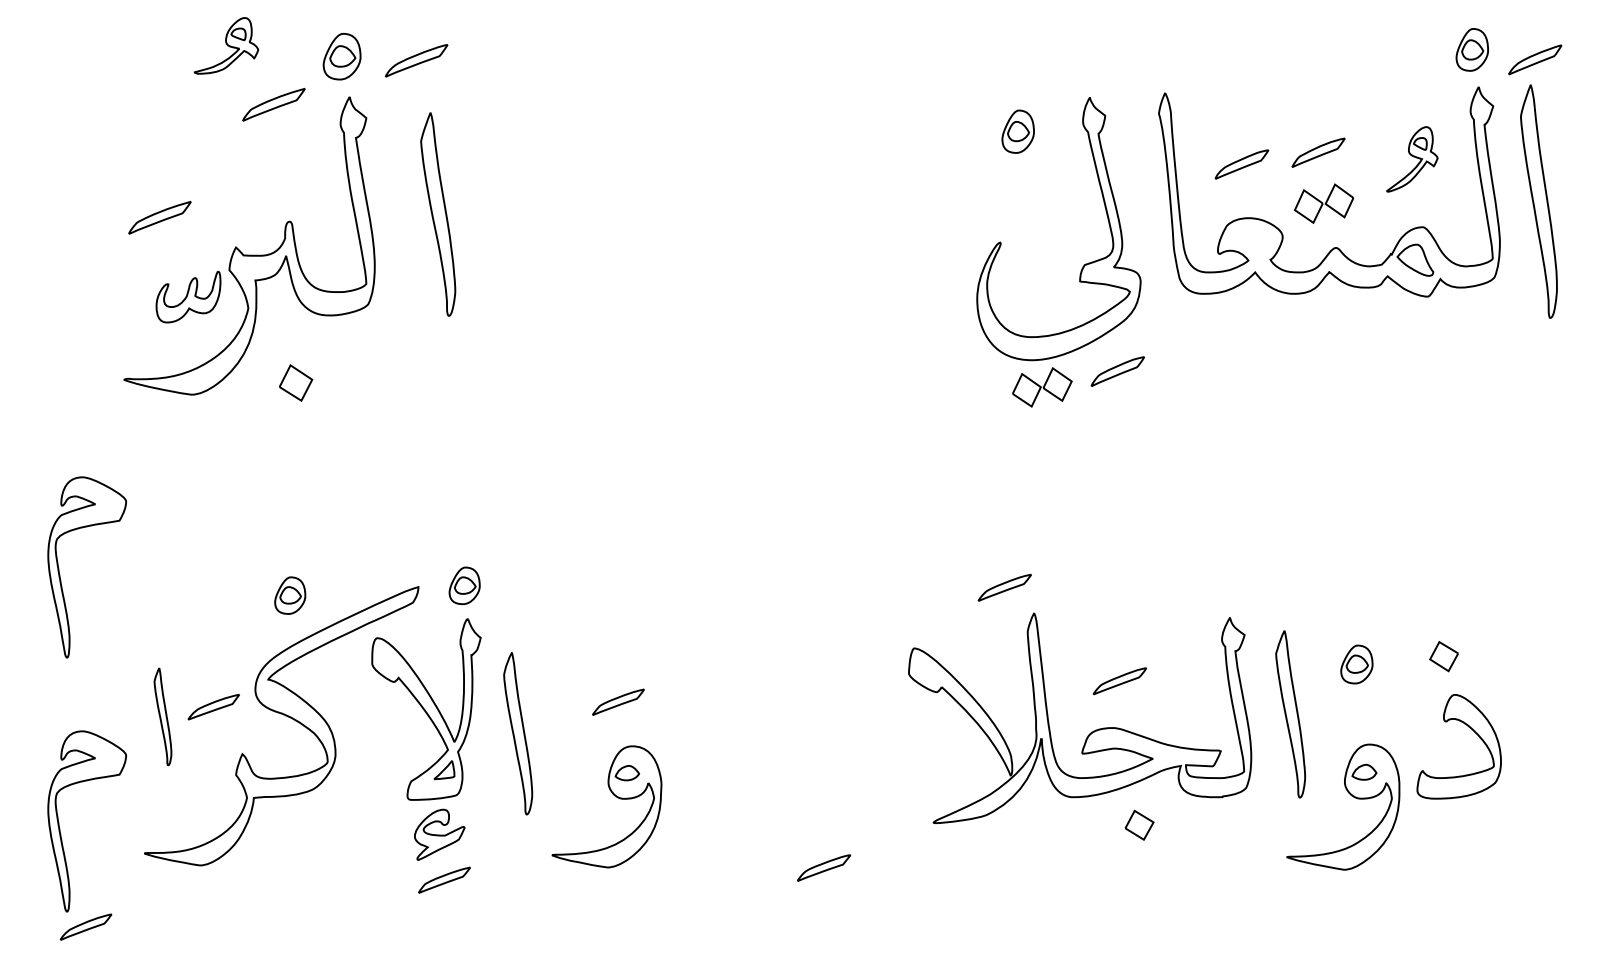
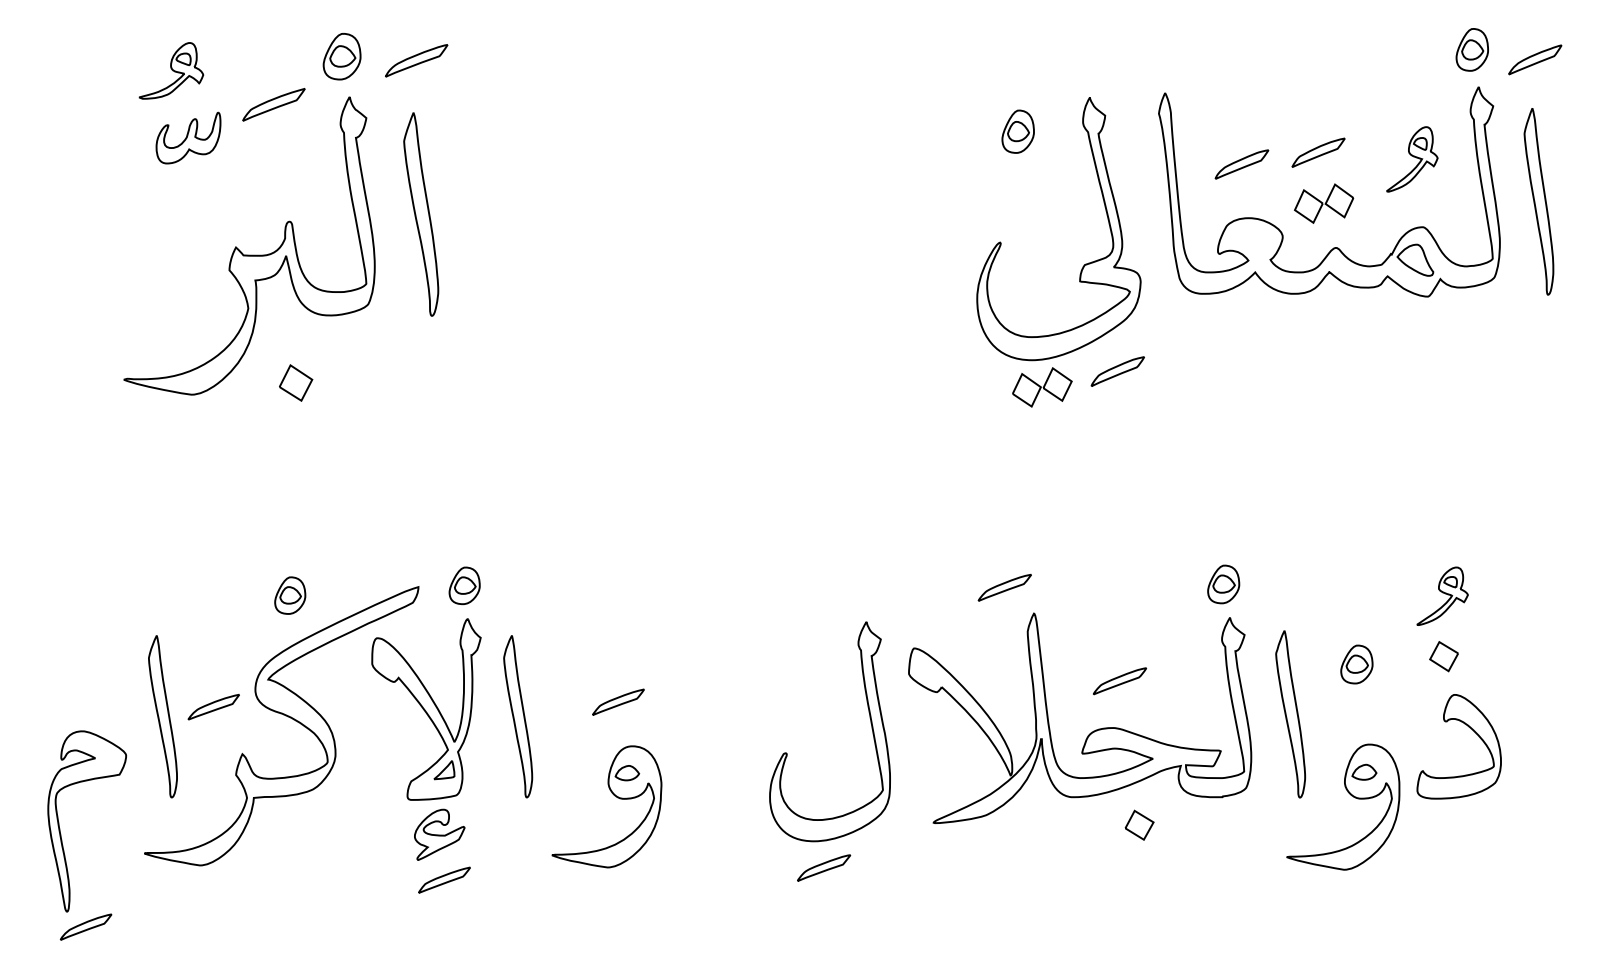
part at (226, 45) position: (226, 45) -> (171, 70)
part at (1538, 201) size: 38x235 px -> 32x188 px
part at (438, 214) position: (438, 214) -> (421, 214)
part at (159, 217): present -> none
part at (188, 296) position: (188, 296) -> (188, 137)
part at (60, 574): present -> none
part at (1223, 584): none -> present
part at (1442, 595): none -> present
part at (162, 716) size: 20x100 px -> 30x164 px
part at (870, 723): none -> present
part at (518, 733) position: (518, 733) -> (518, 716)
